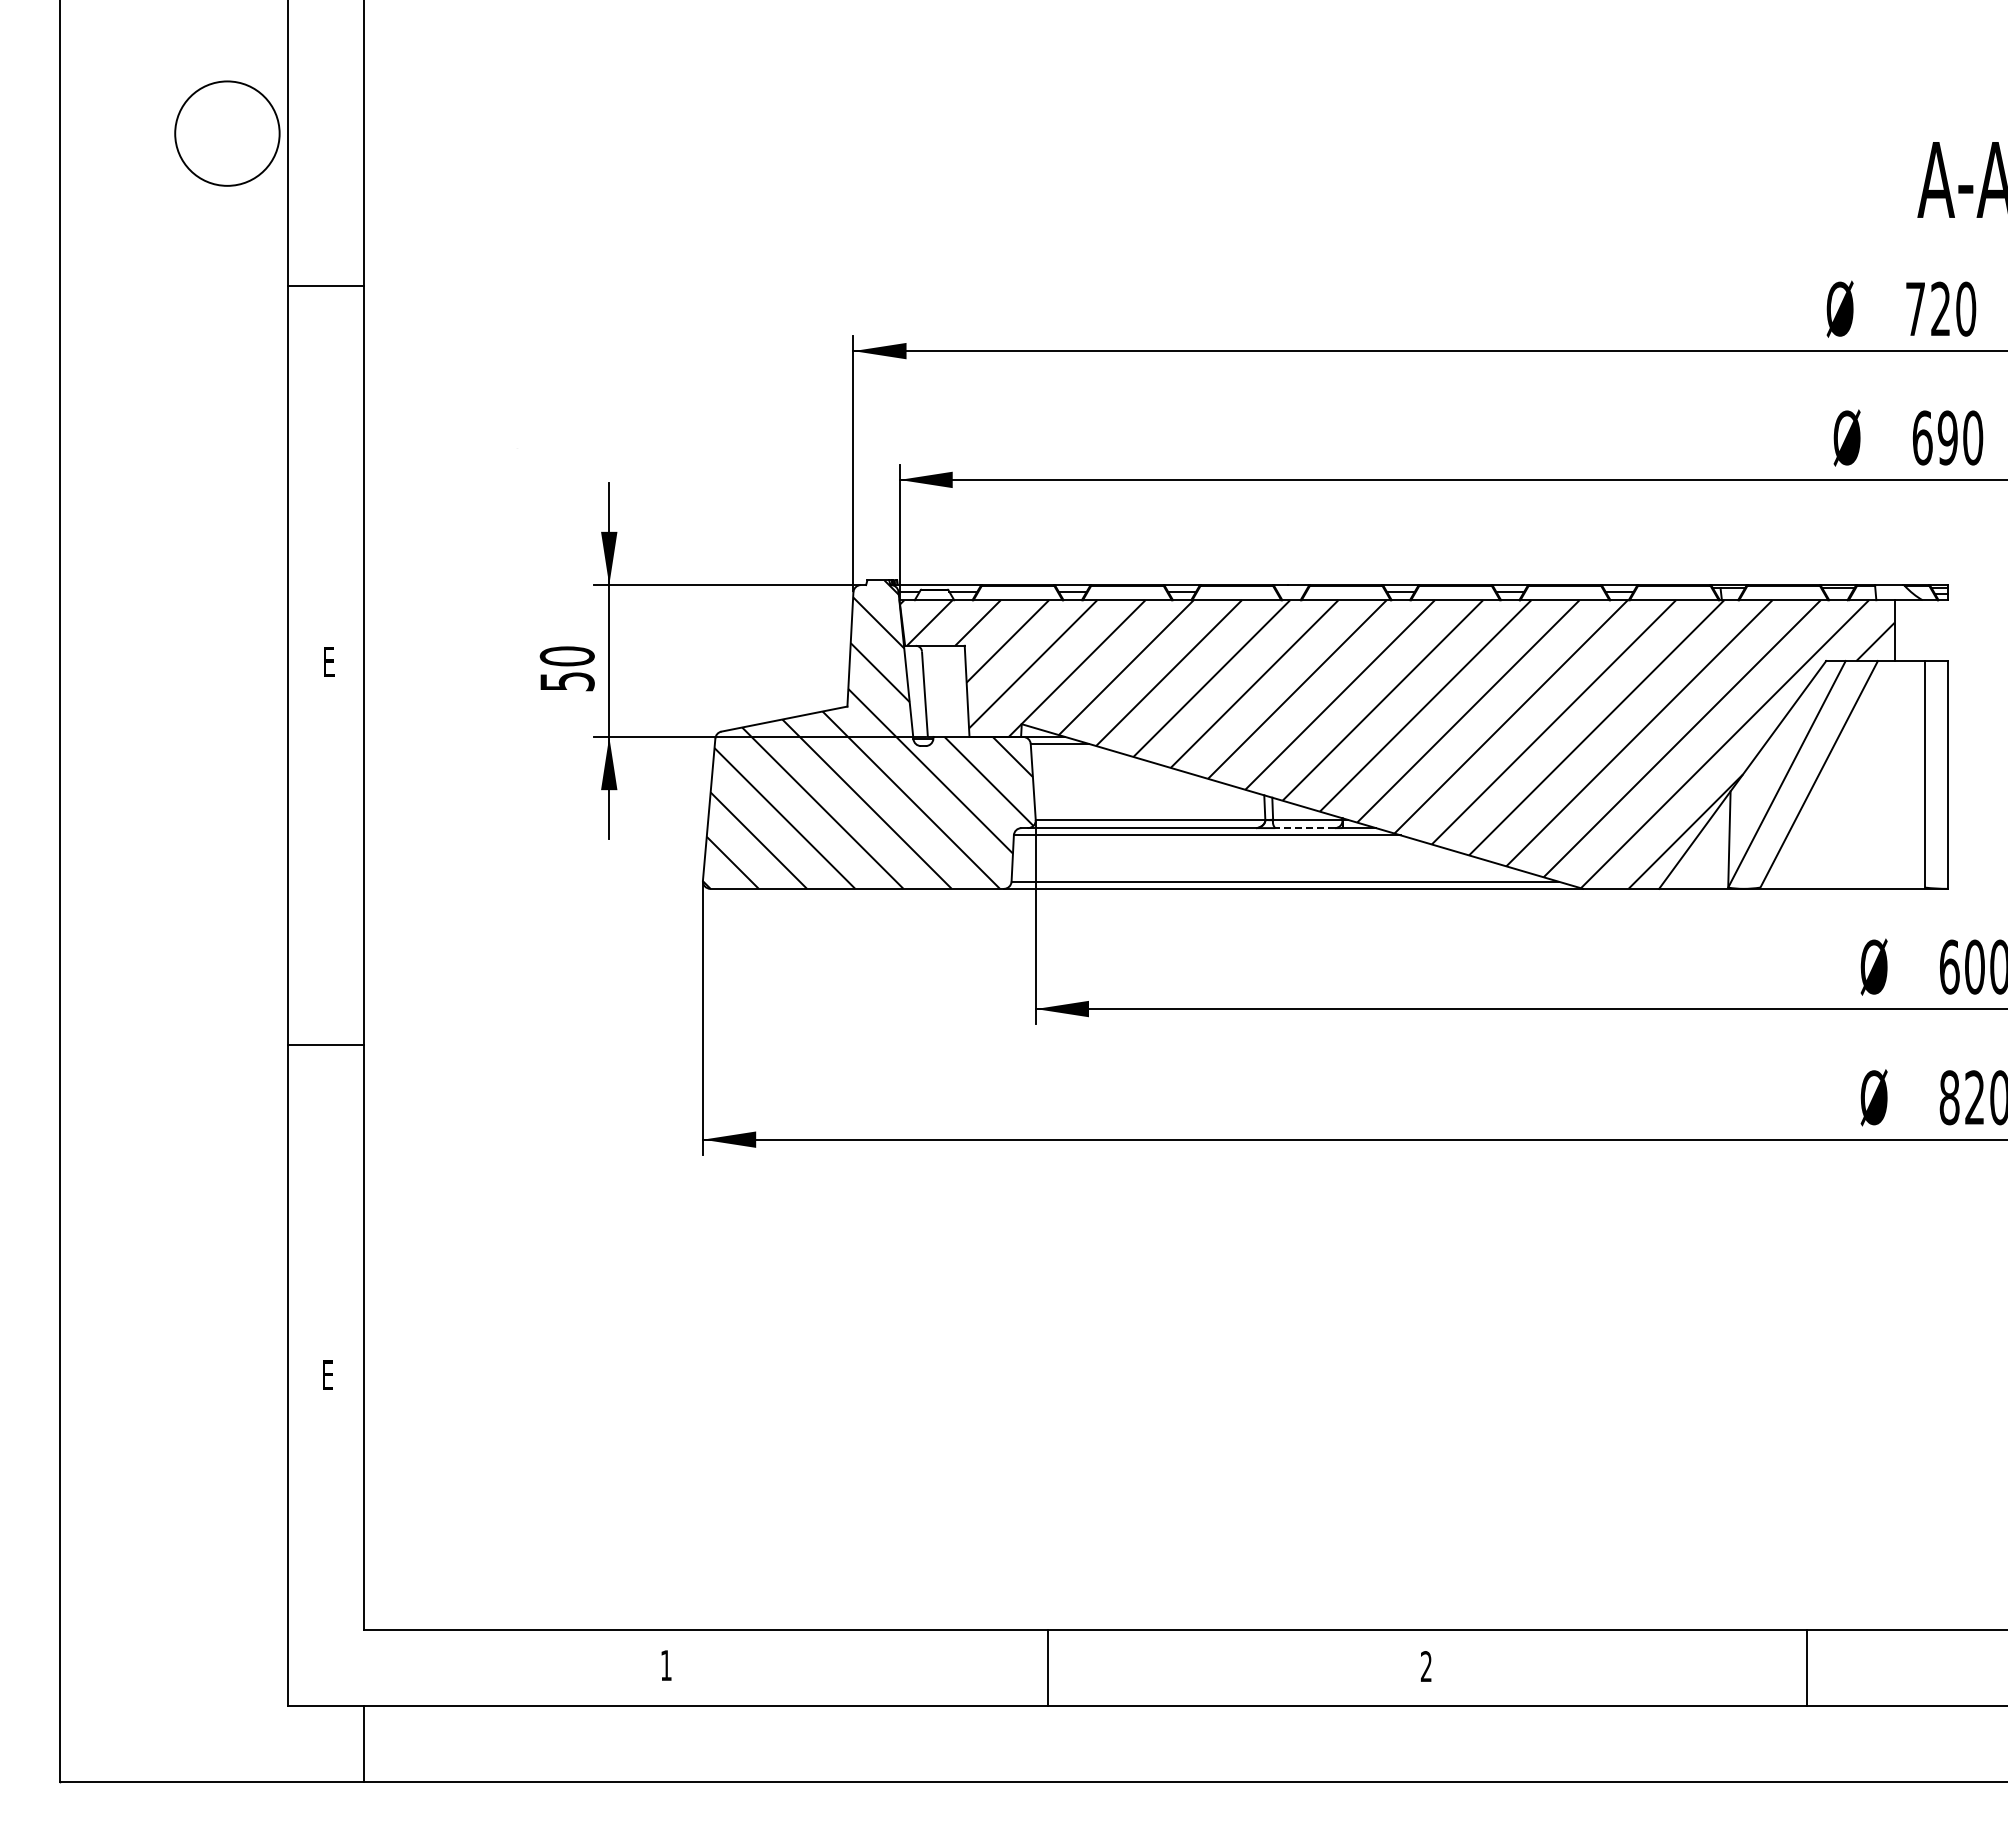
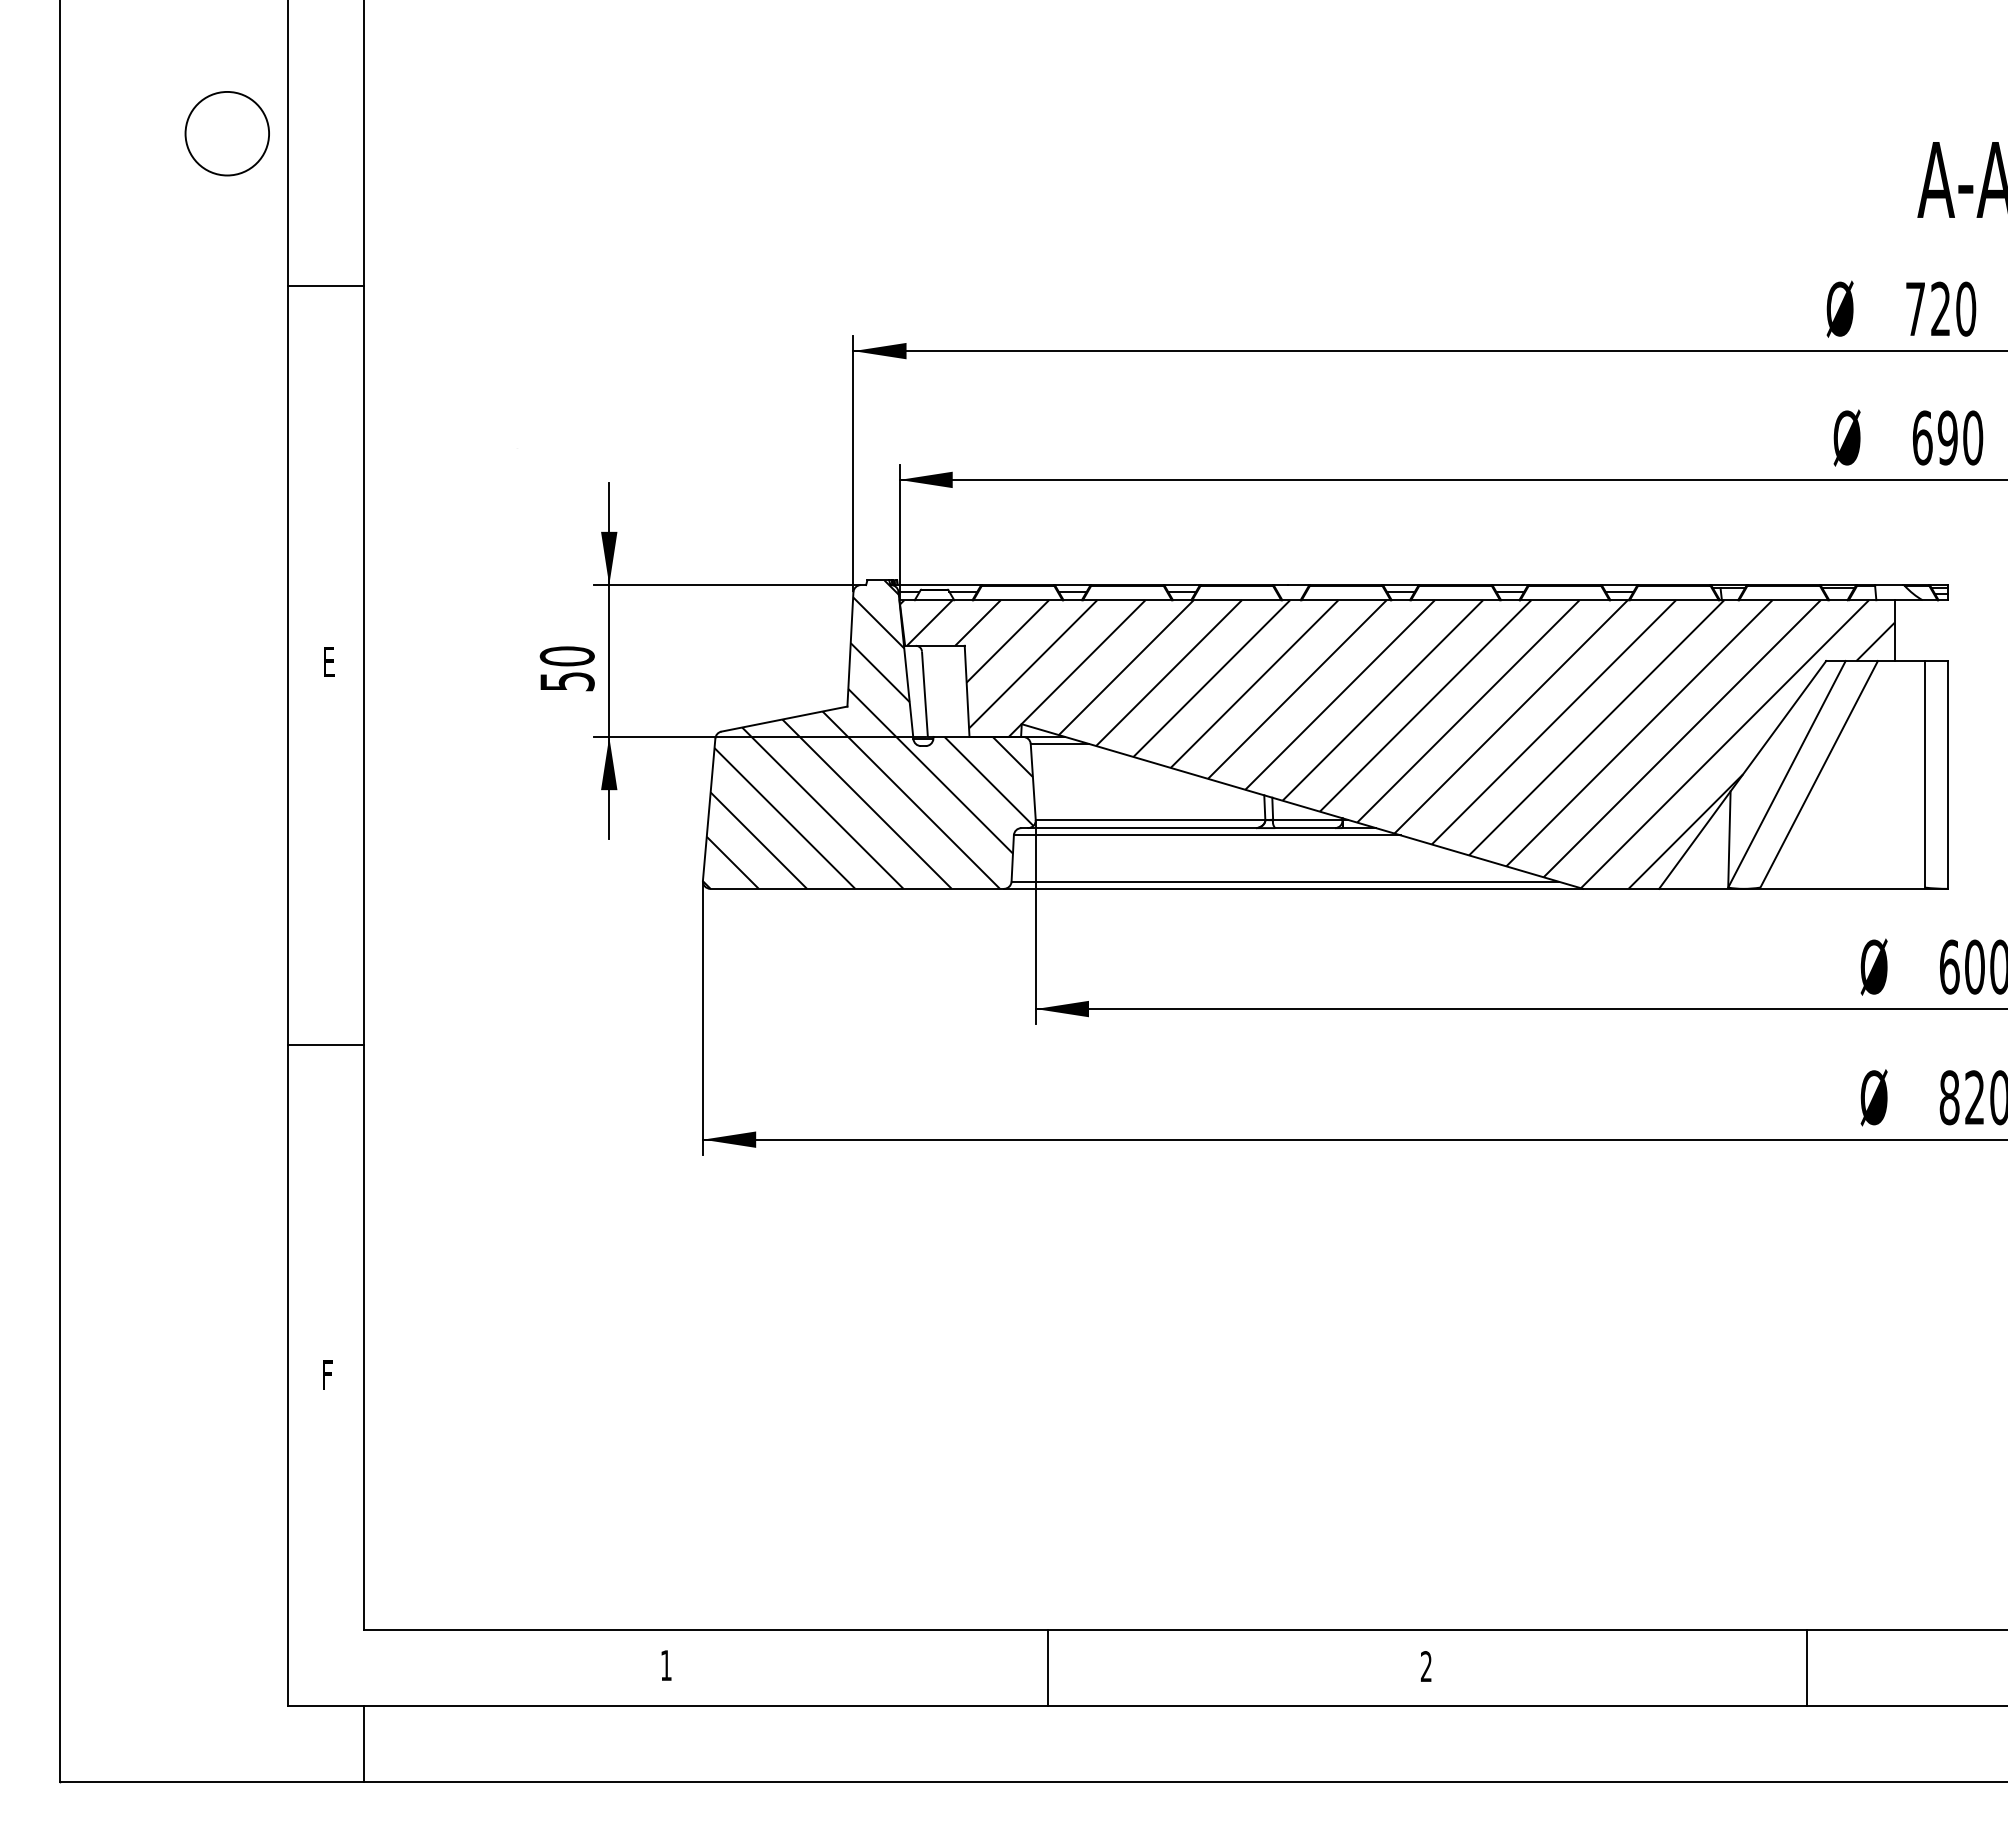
circle at (227, 133) size: 107x107 px -> 86x86 px
line at (1305, 828): dashed -> solid
text at (328, 1380): E -> F
